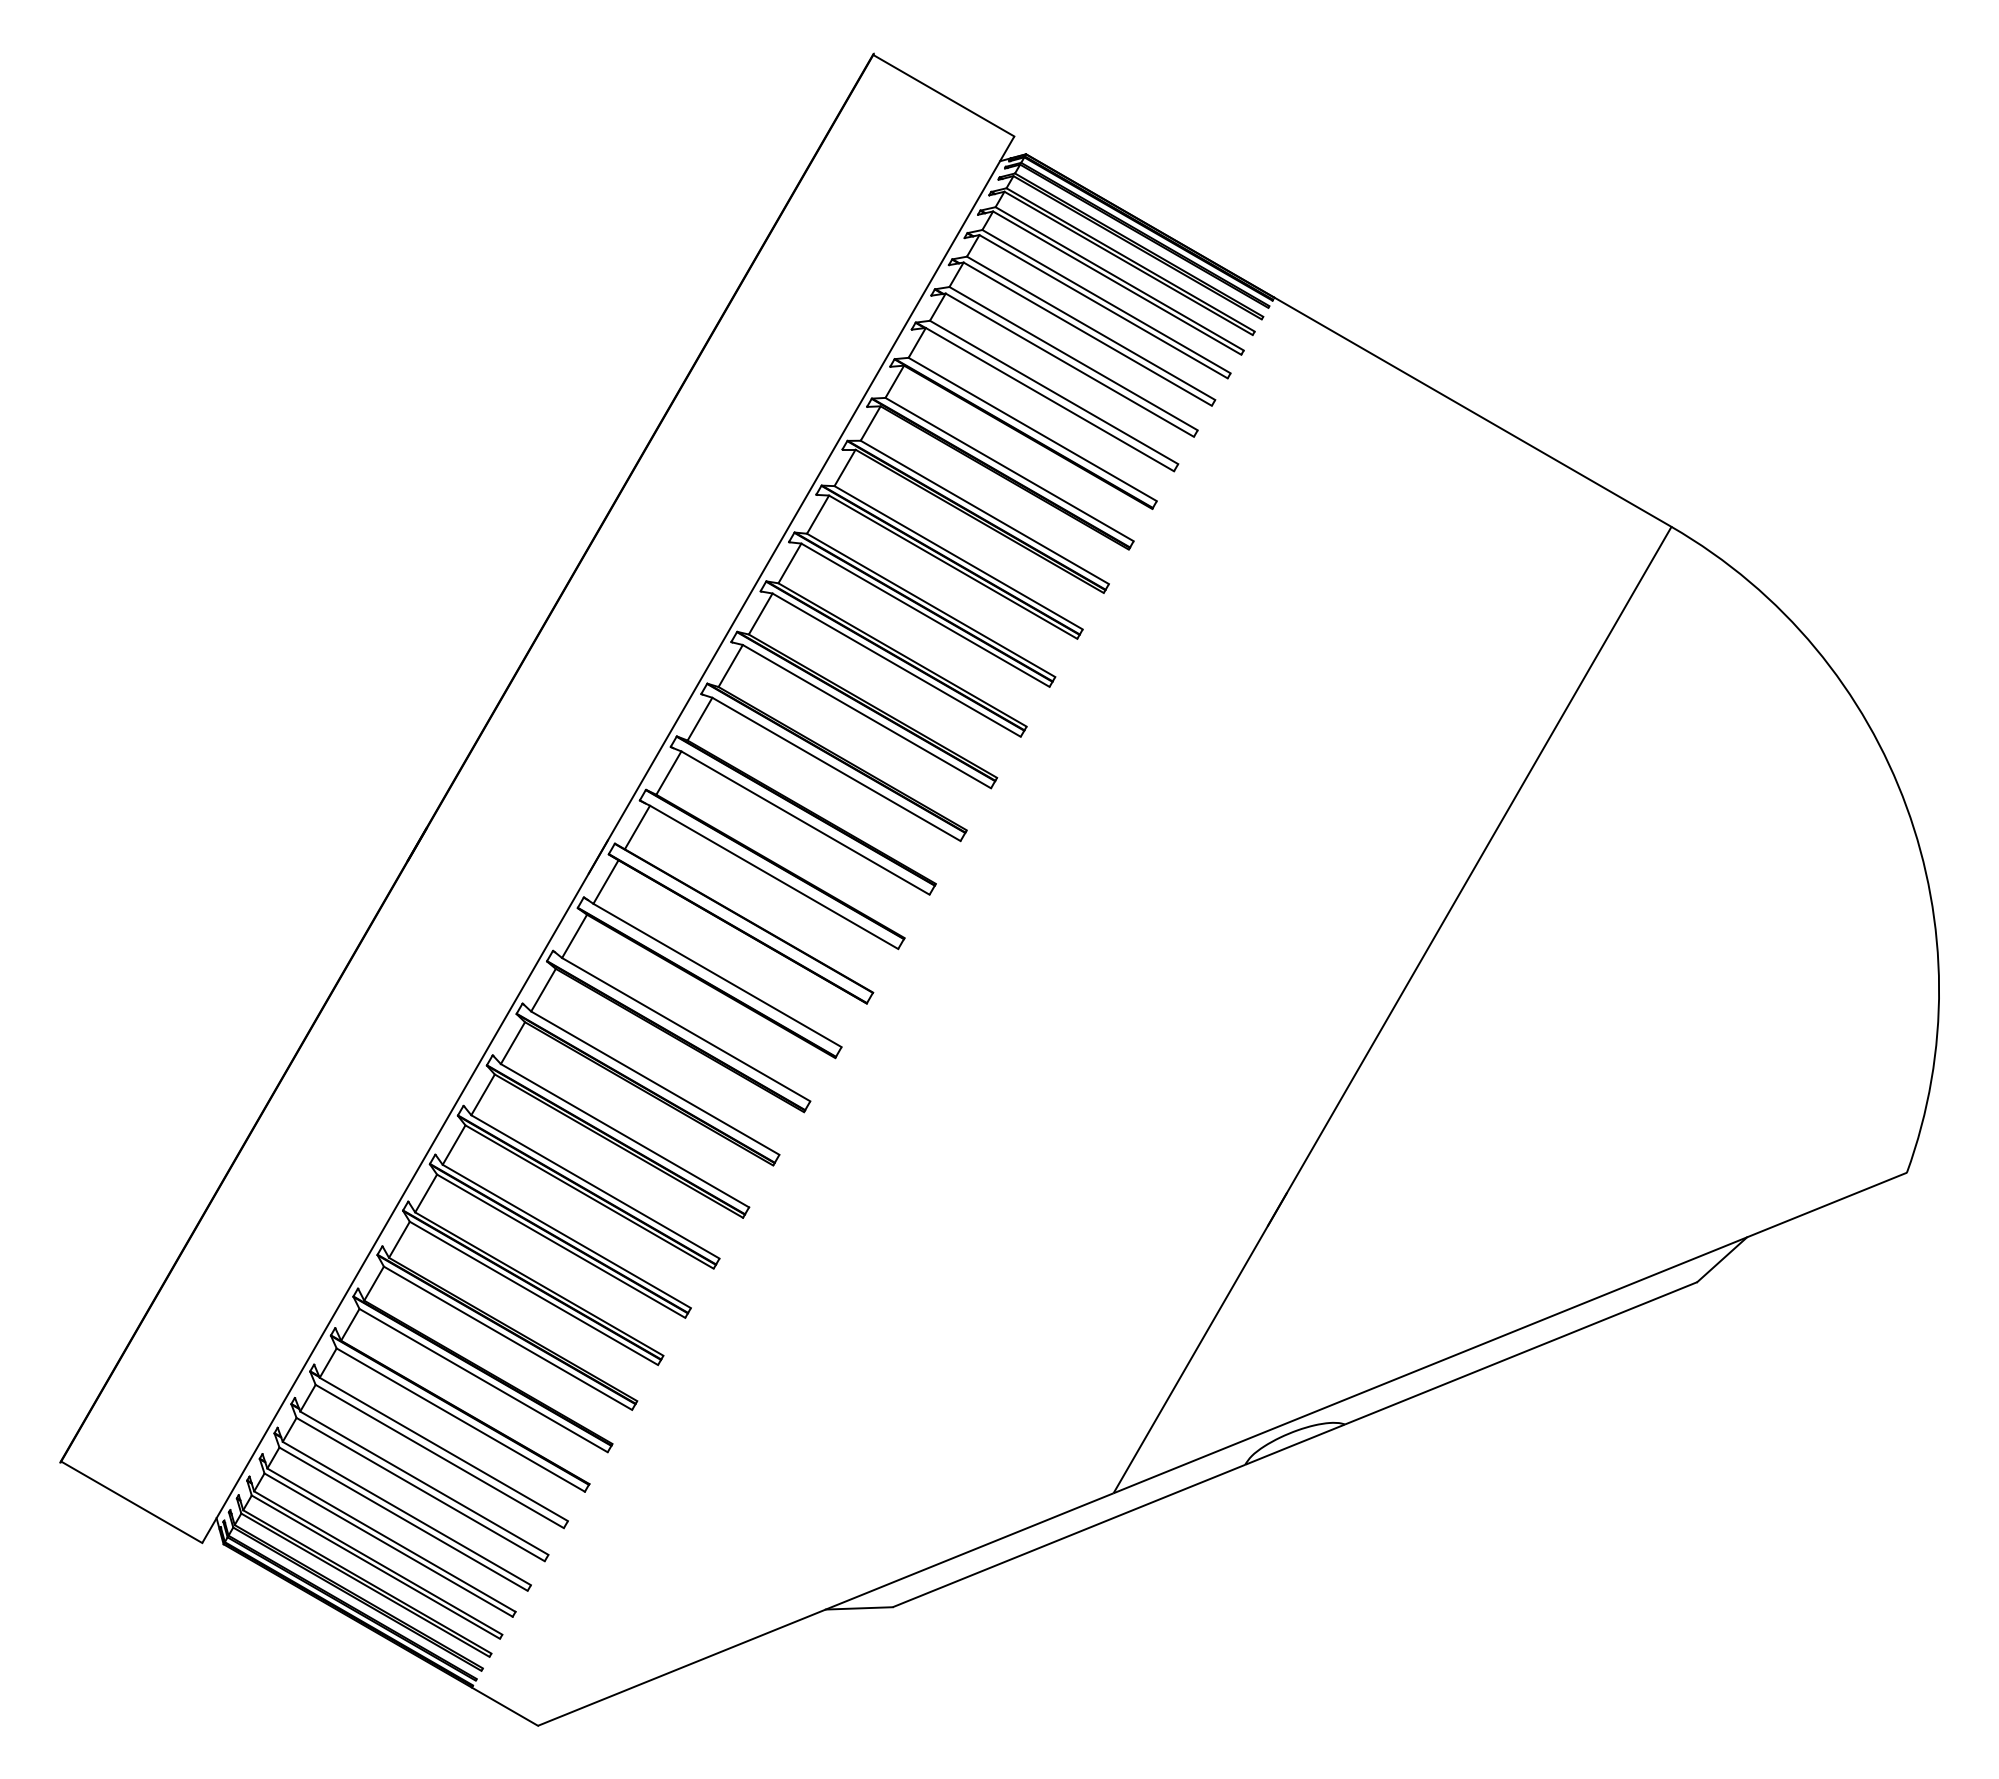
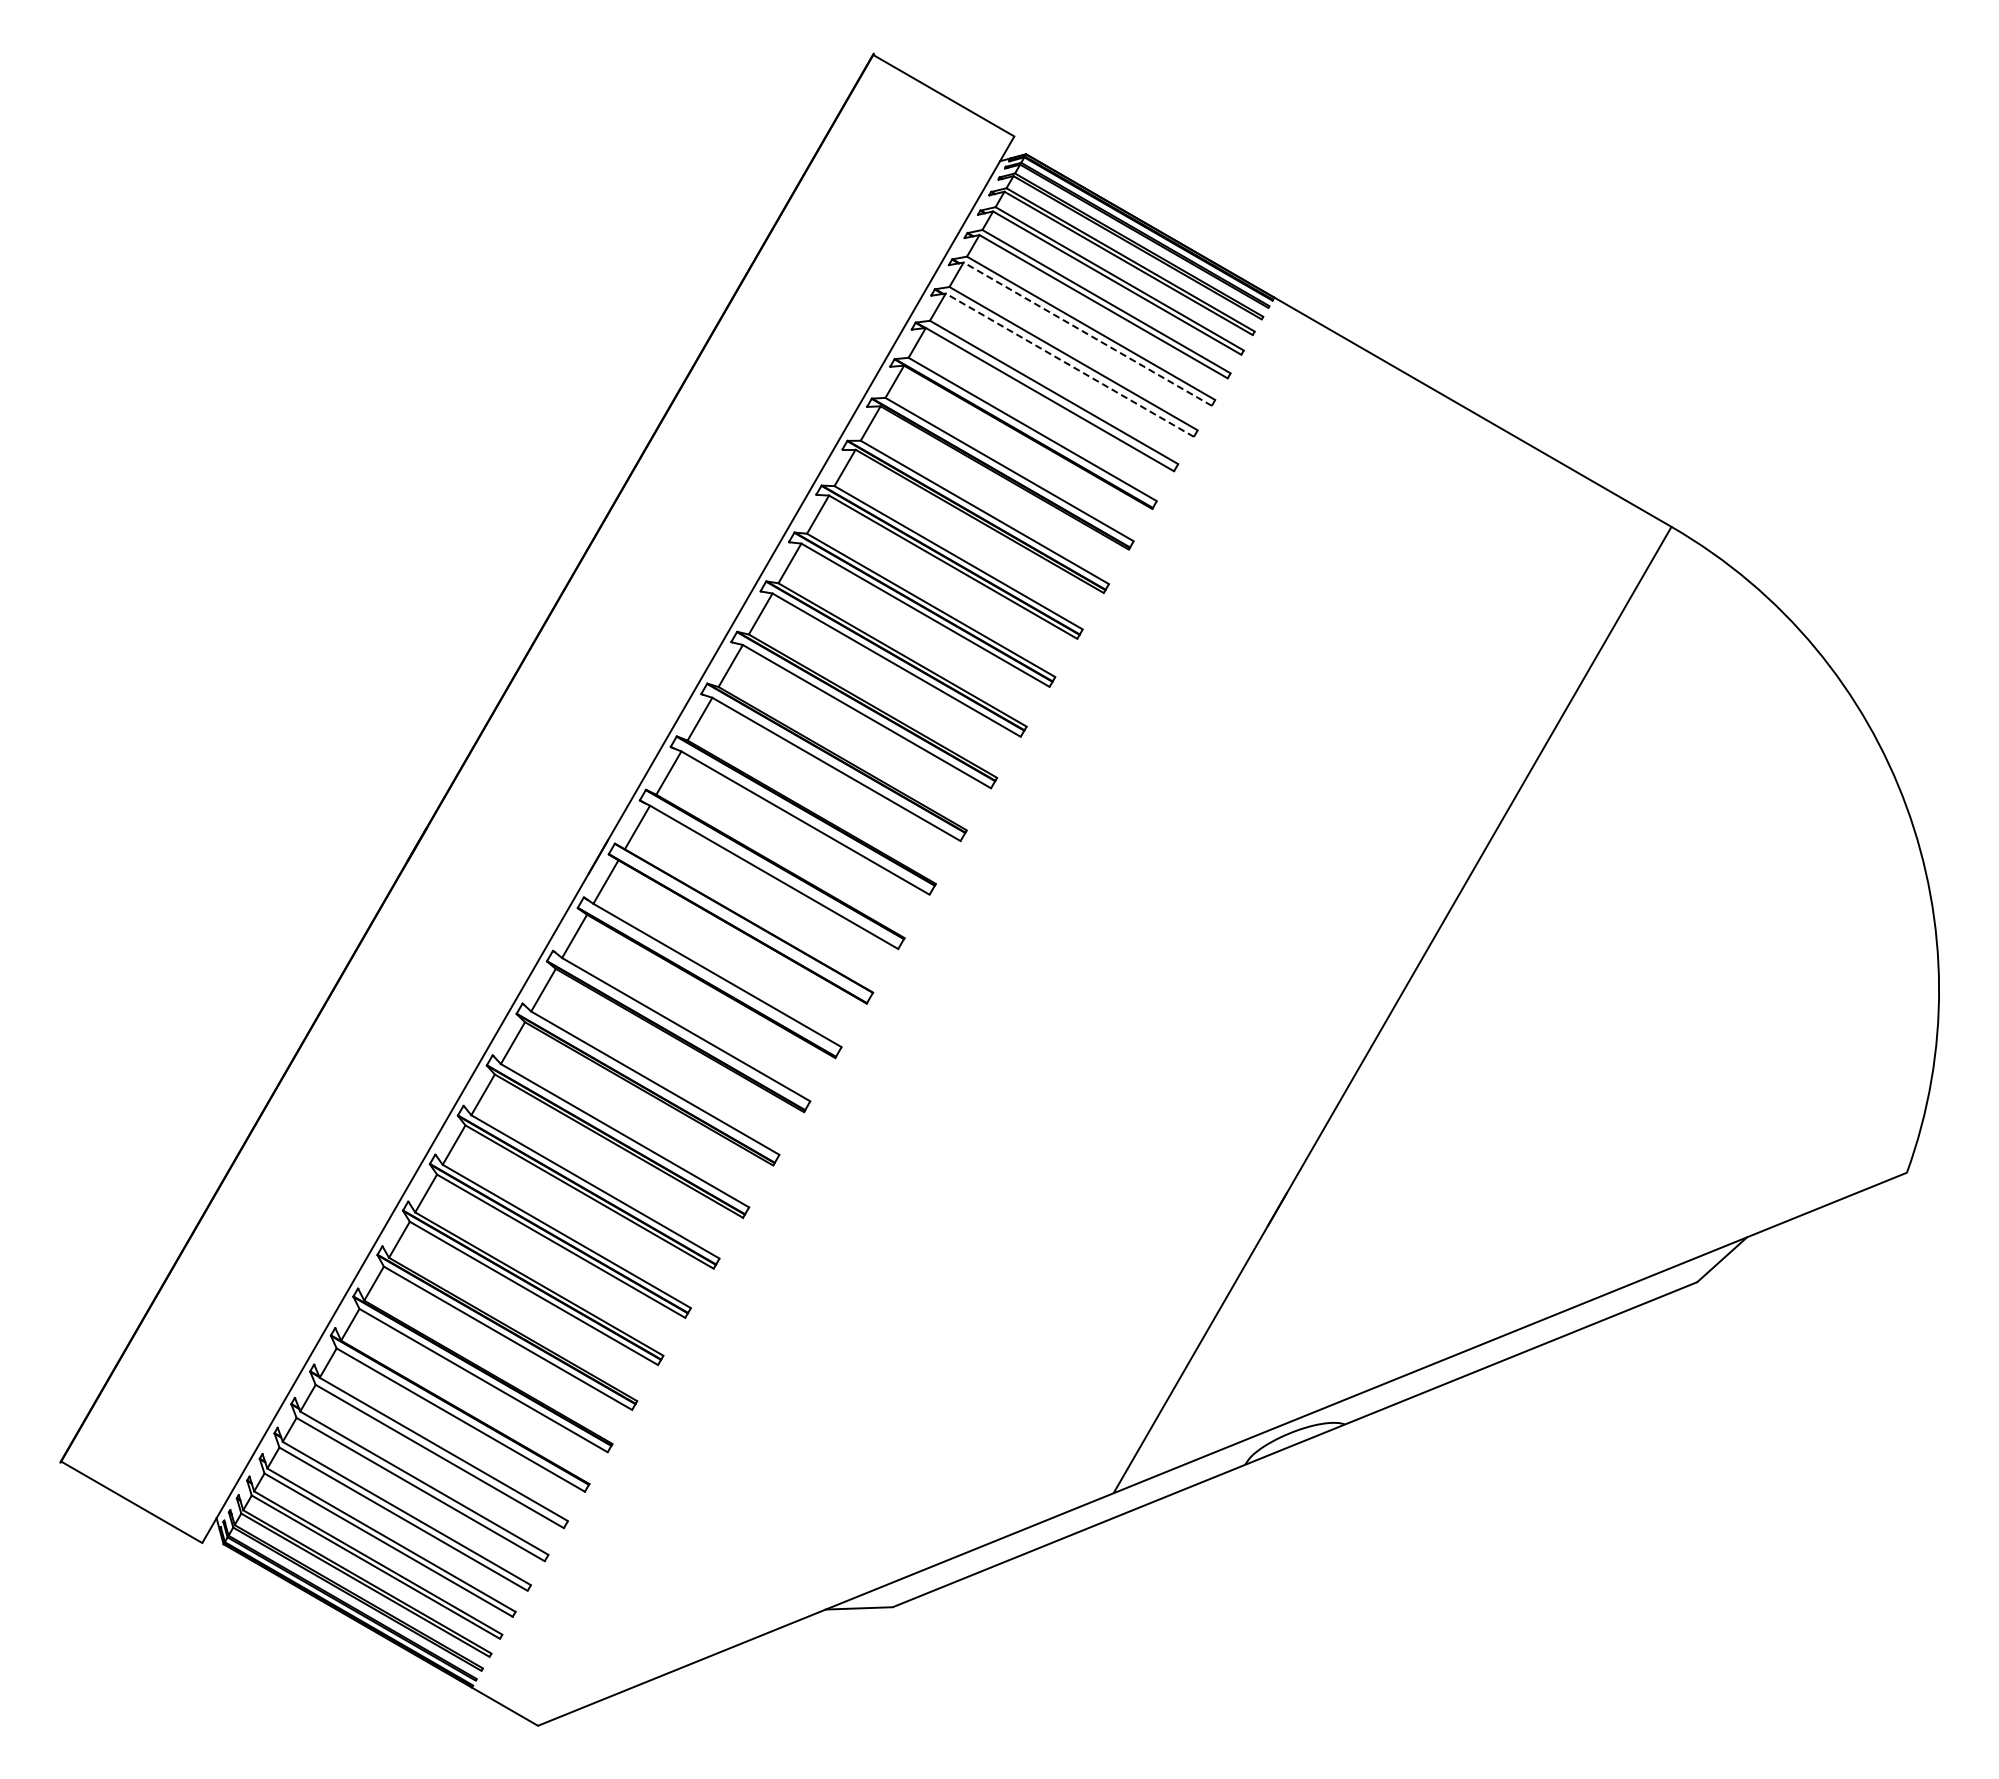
line at (1087, 333): solid -> dashed
line at (1069, 364): solid -> dashed
